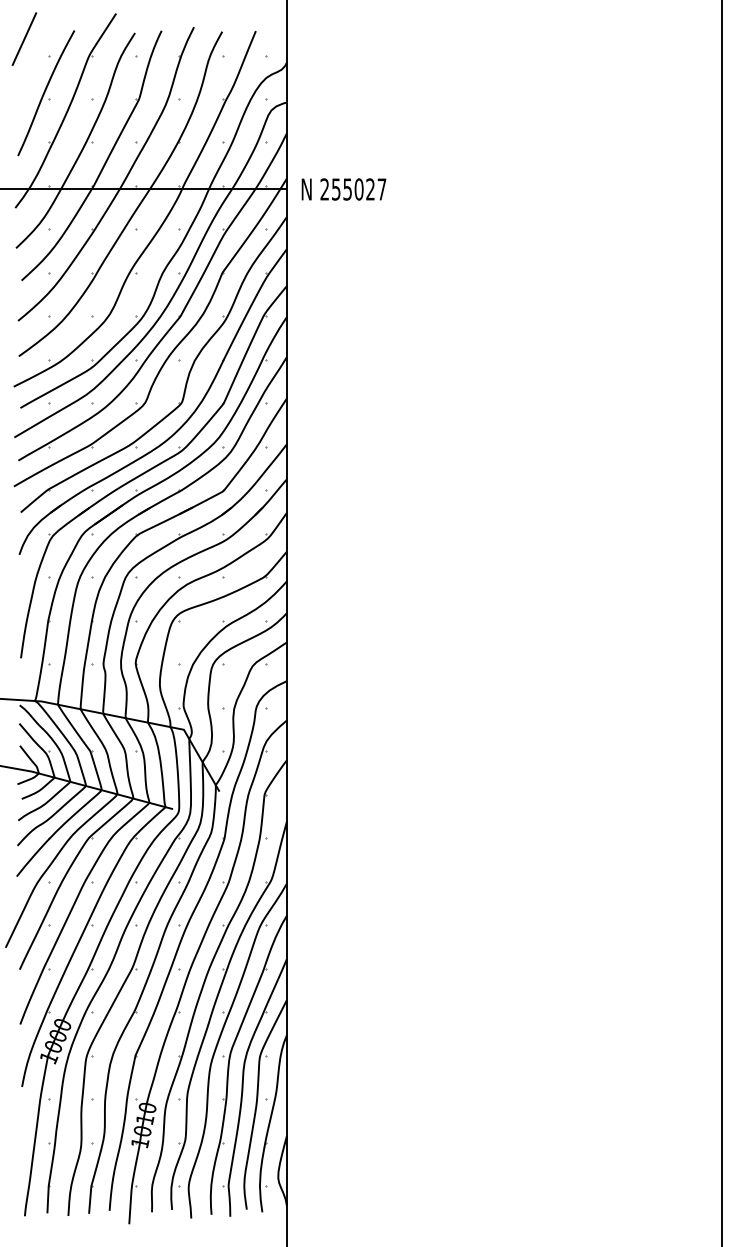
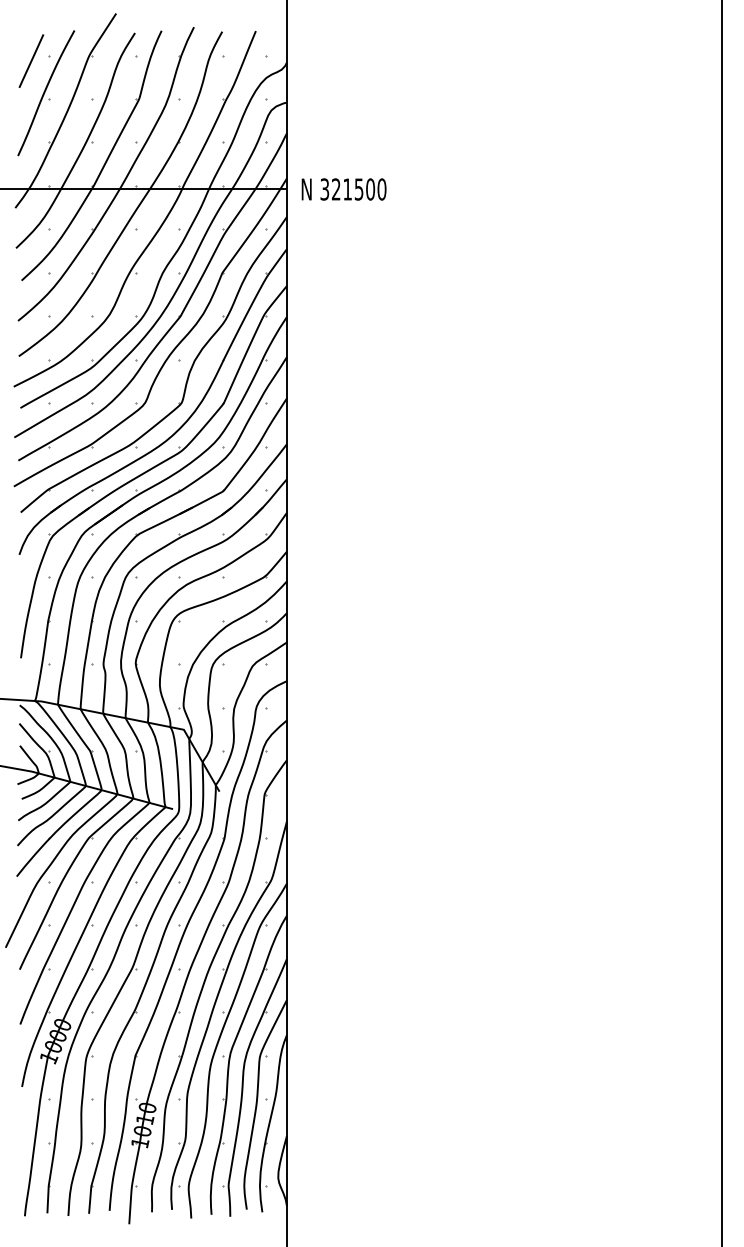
line at (24, 38) position: (24, 38) -> (31, 60)
text at (353, 189): 255027 -> 321500
